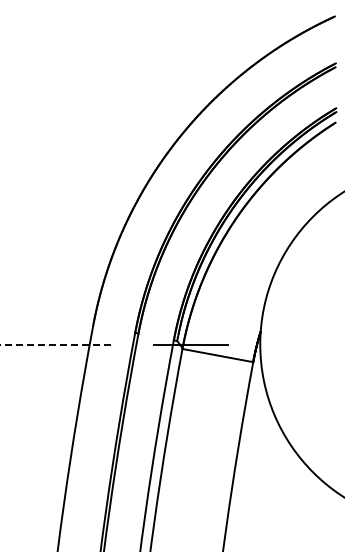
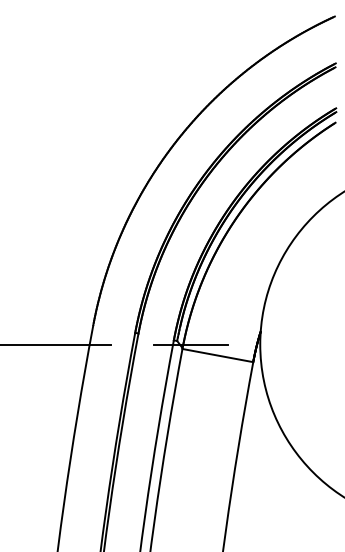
line at (55, 344): dashed -> solid
